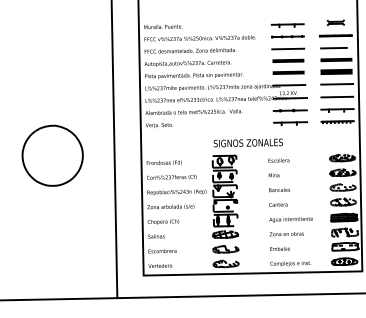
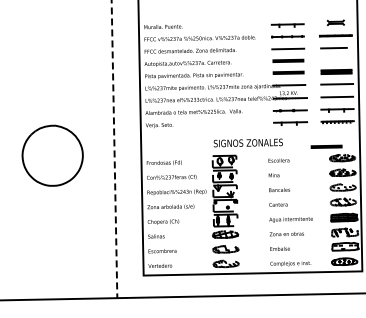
fill at (336, 59): present -> none
line at (326, 146): none -> present
line at (114, 149): solid -> dashed
